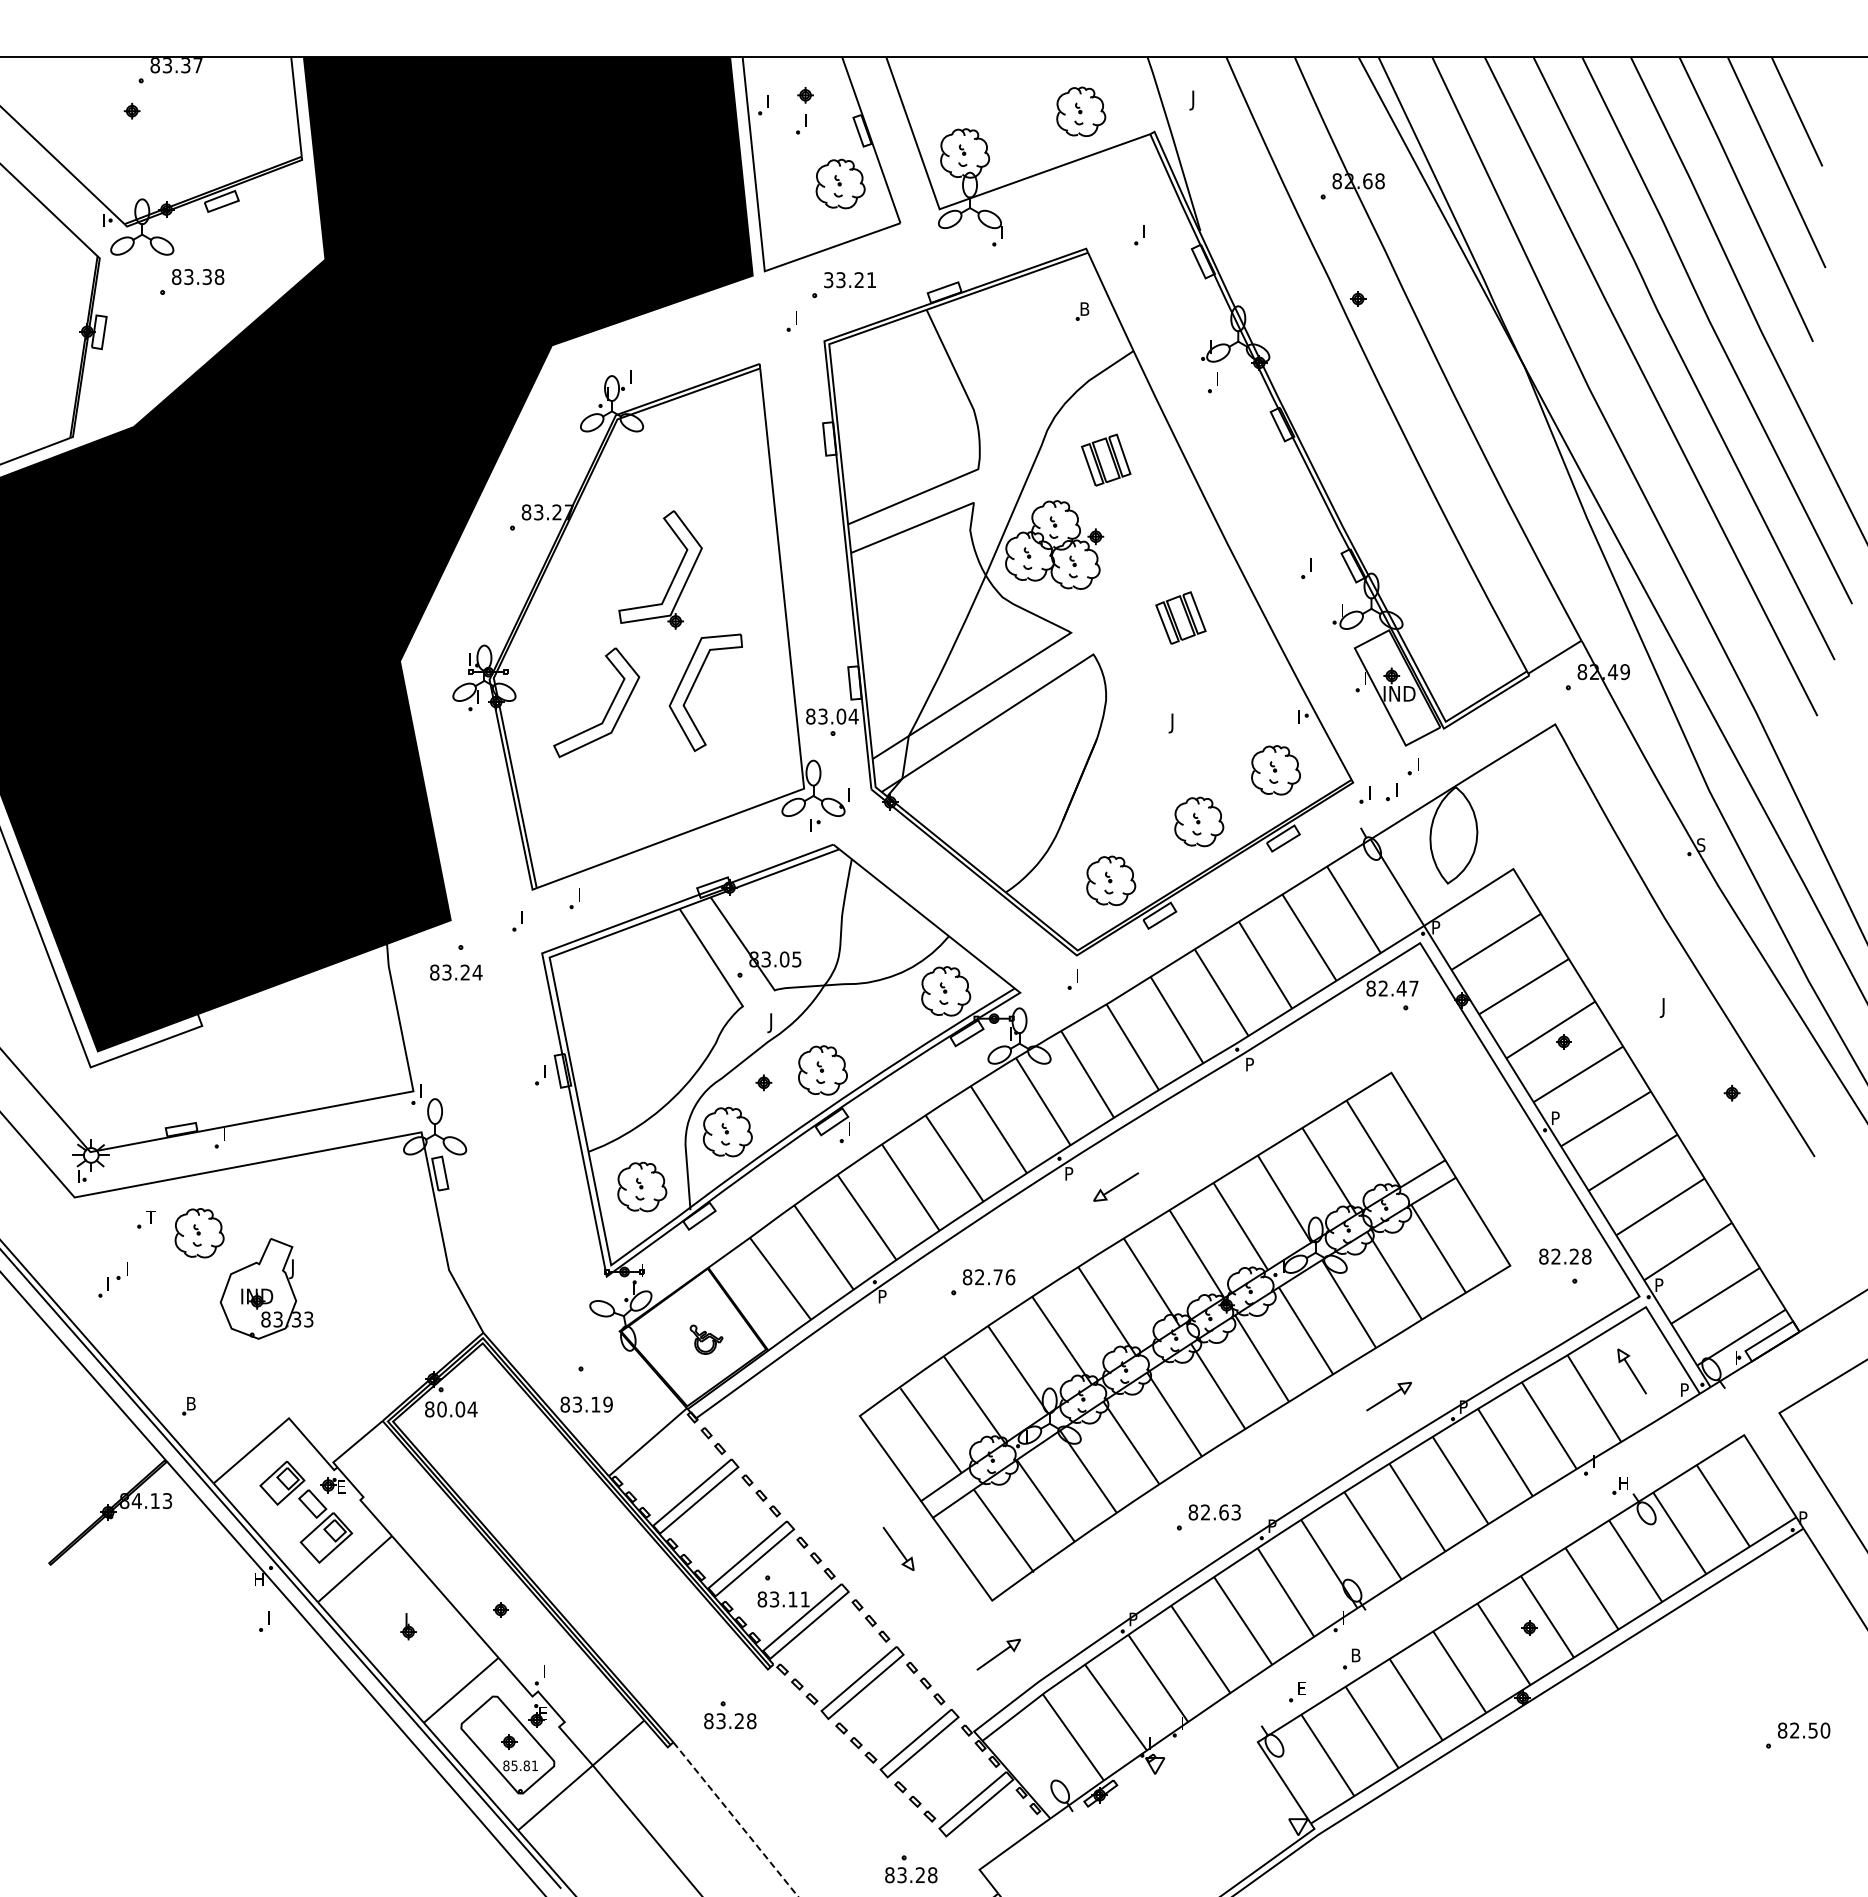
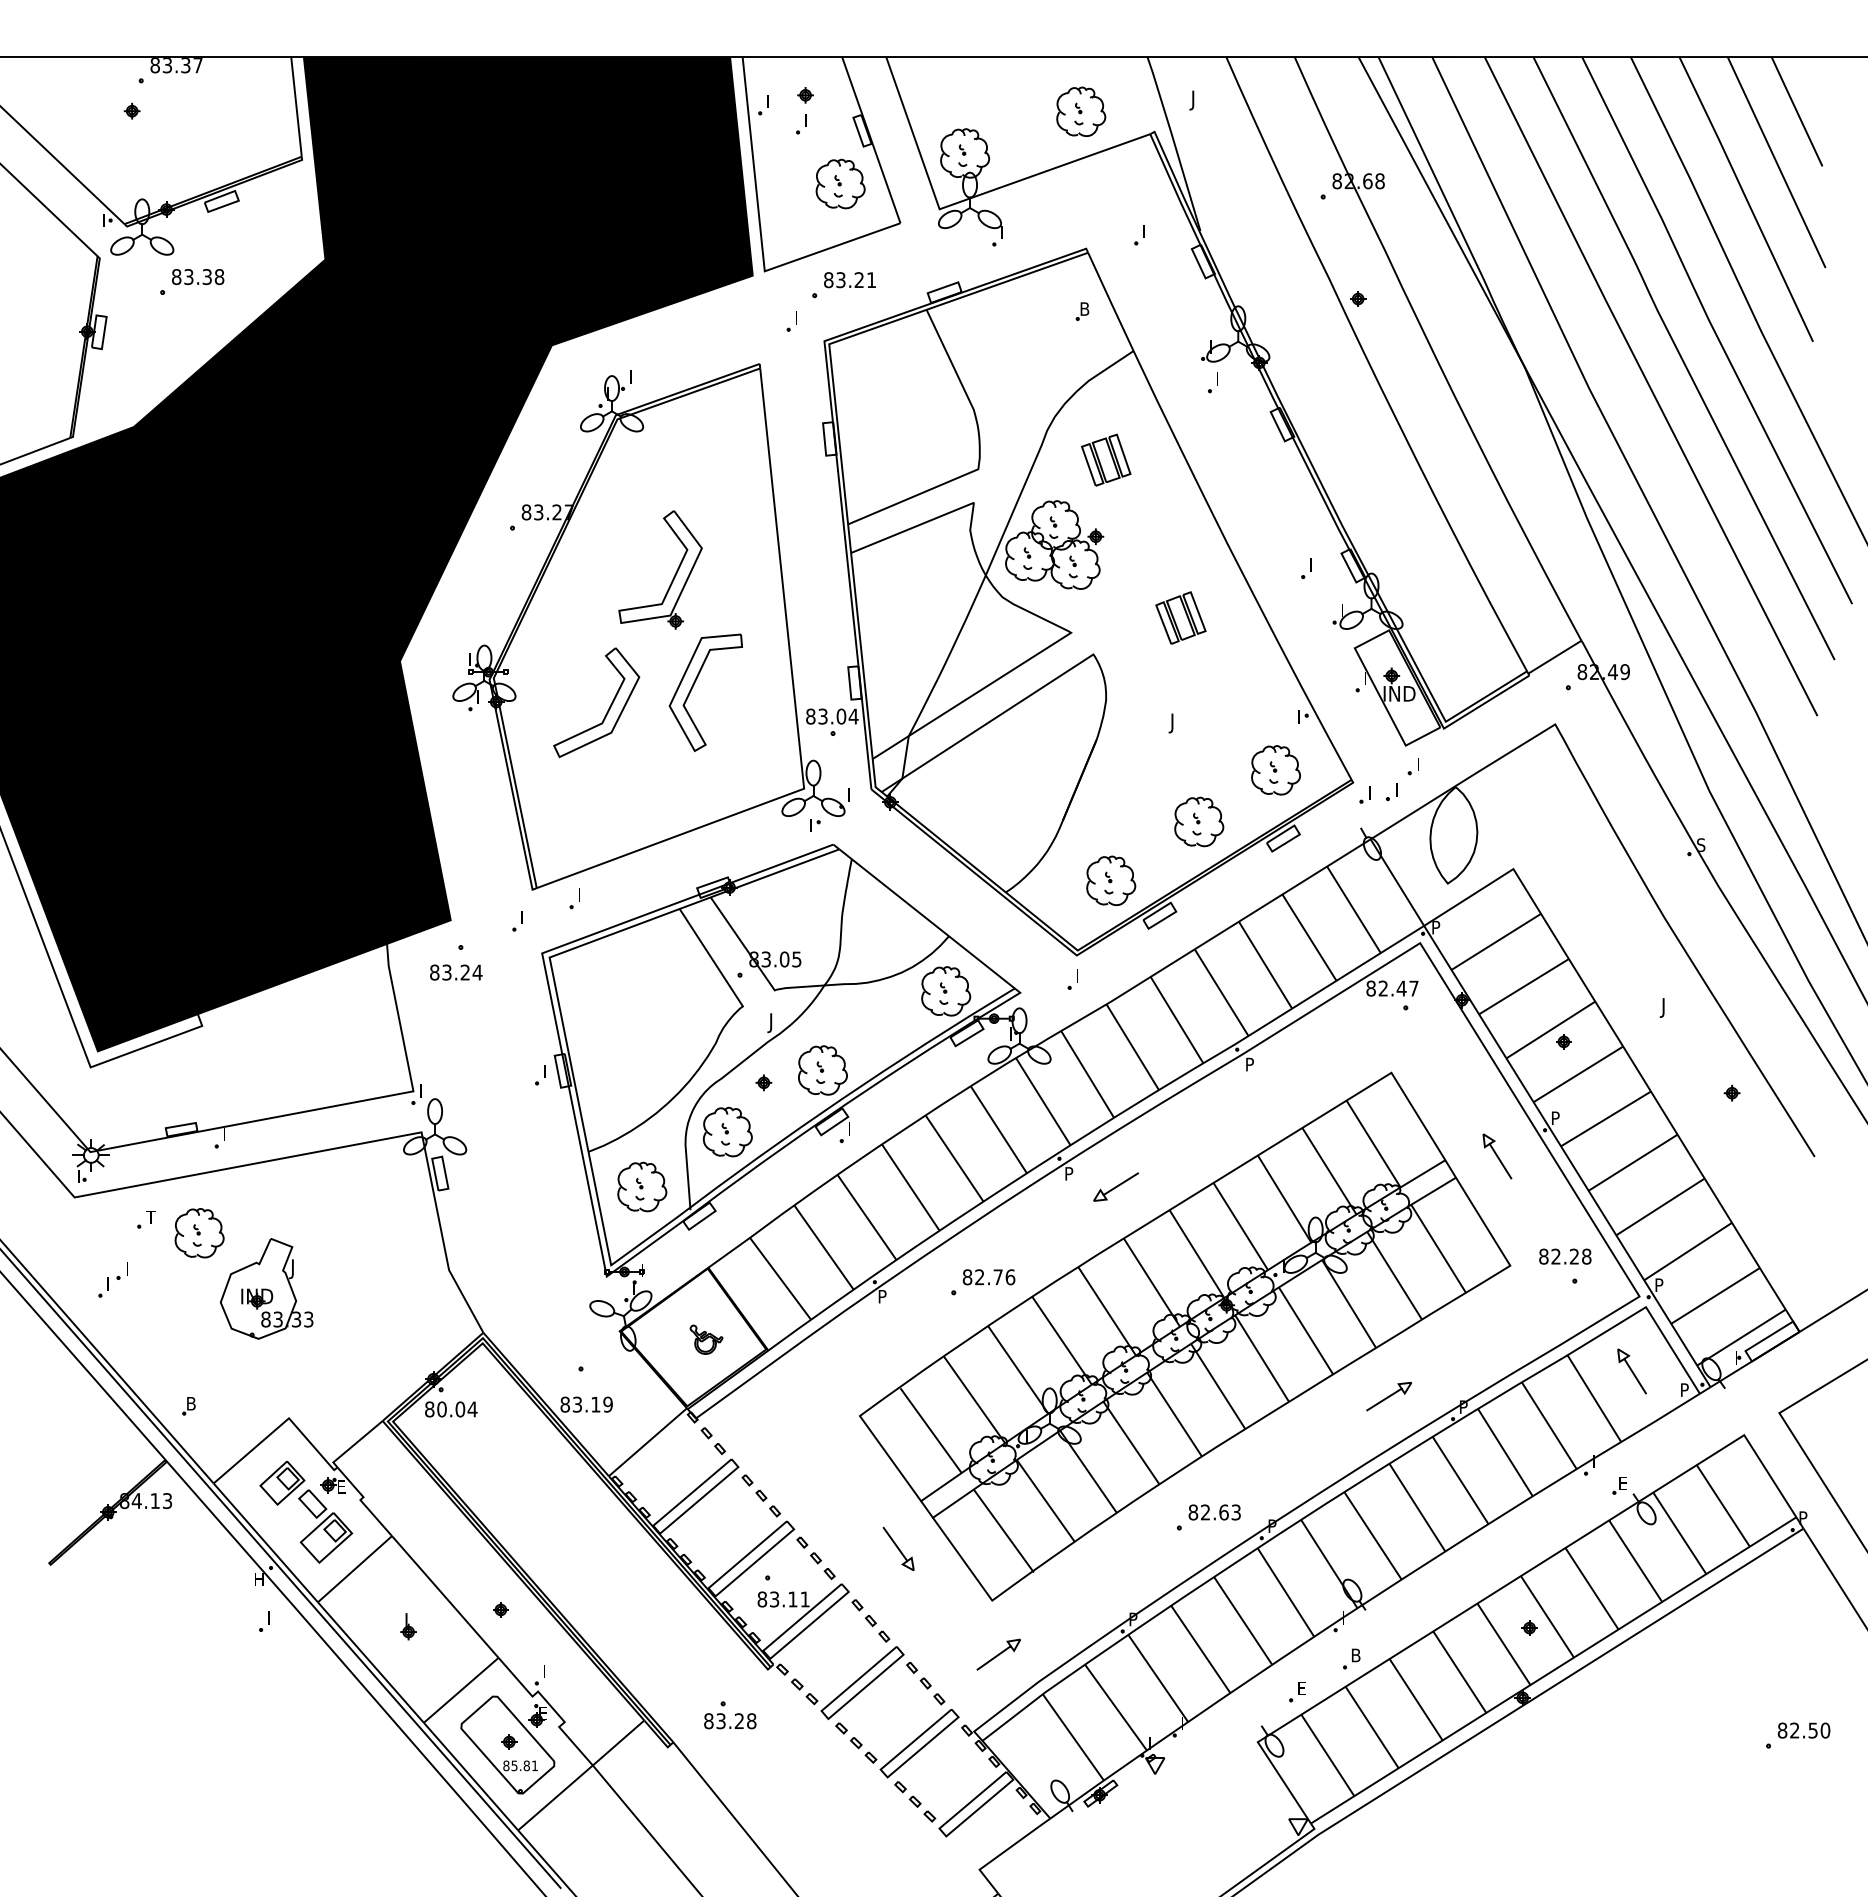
text at (828, 280): 33.21 -> 83.21
curve at (1497, 1156): none -> present
text at (1624, 1483): H -> E
line at (736, 1819): dashed -> solid
part at (911, 1869): present -> none
